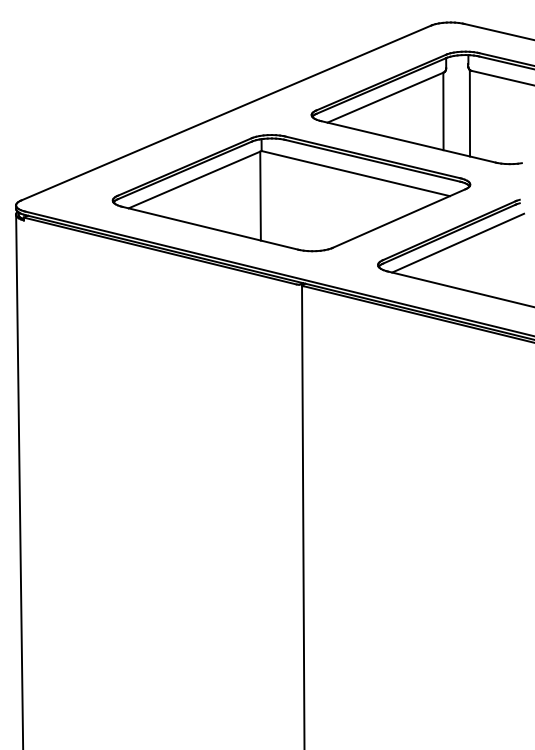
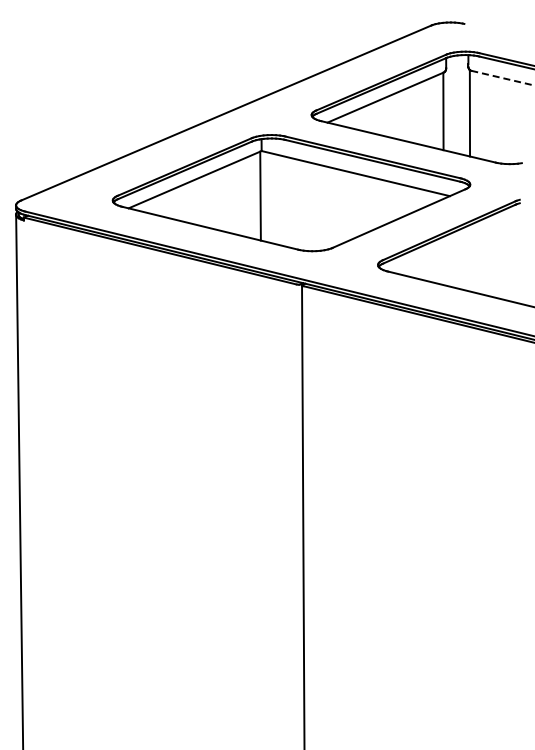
line at (497, 31): present -> none
line at (503, 78): solid -> dashed
line at (458, 242): present -> none
